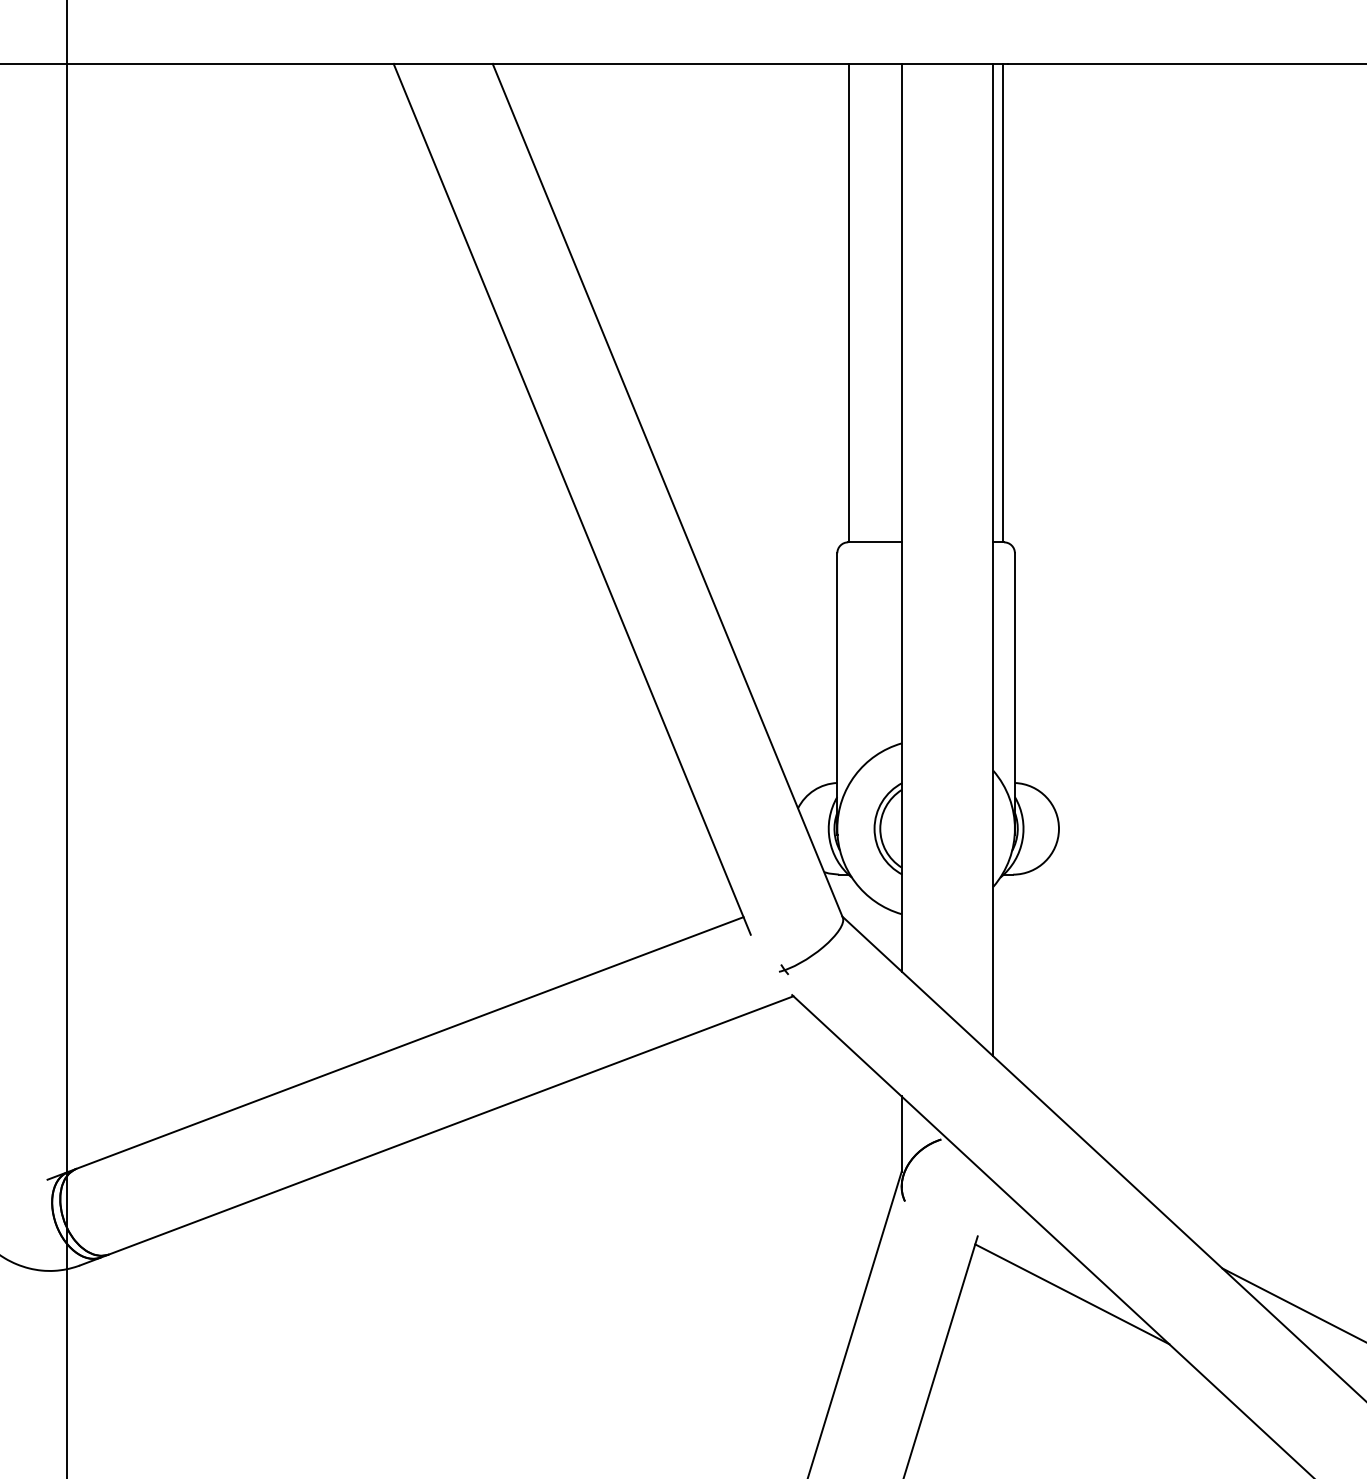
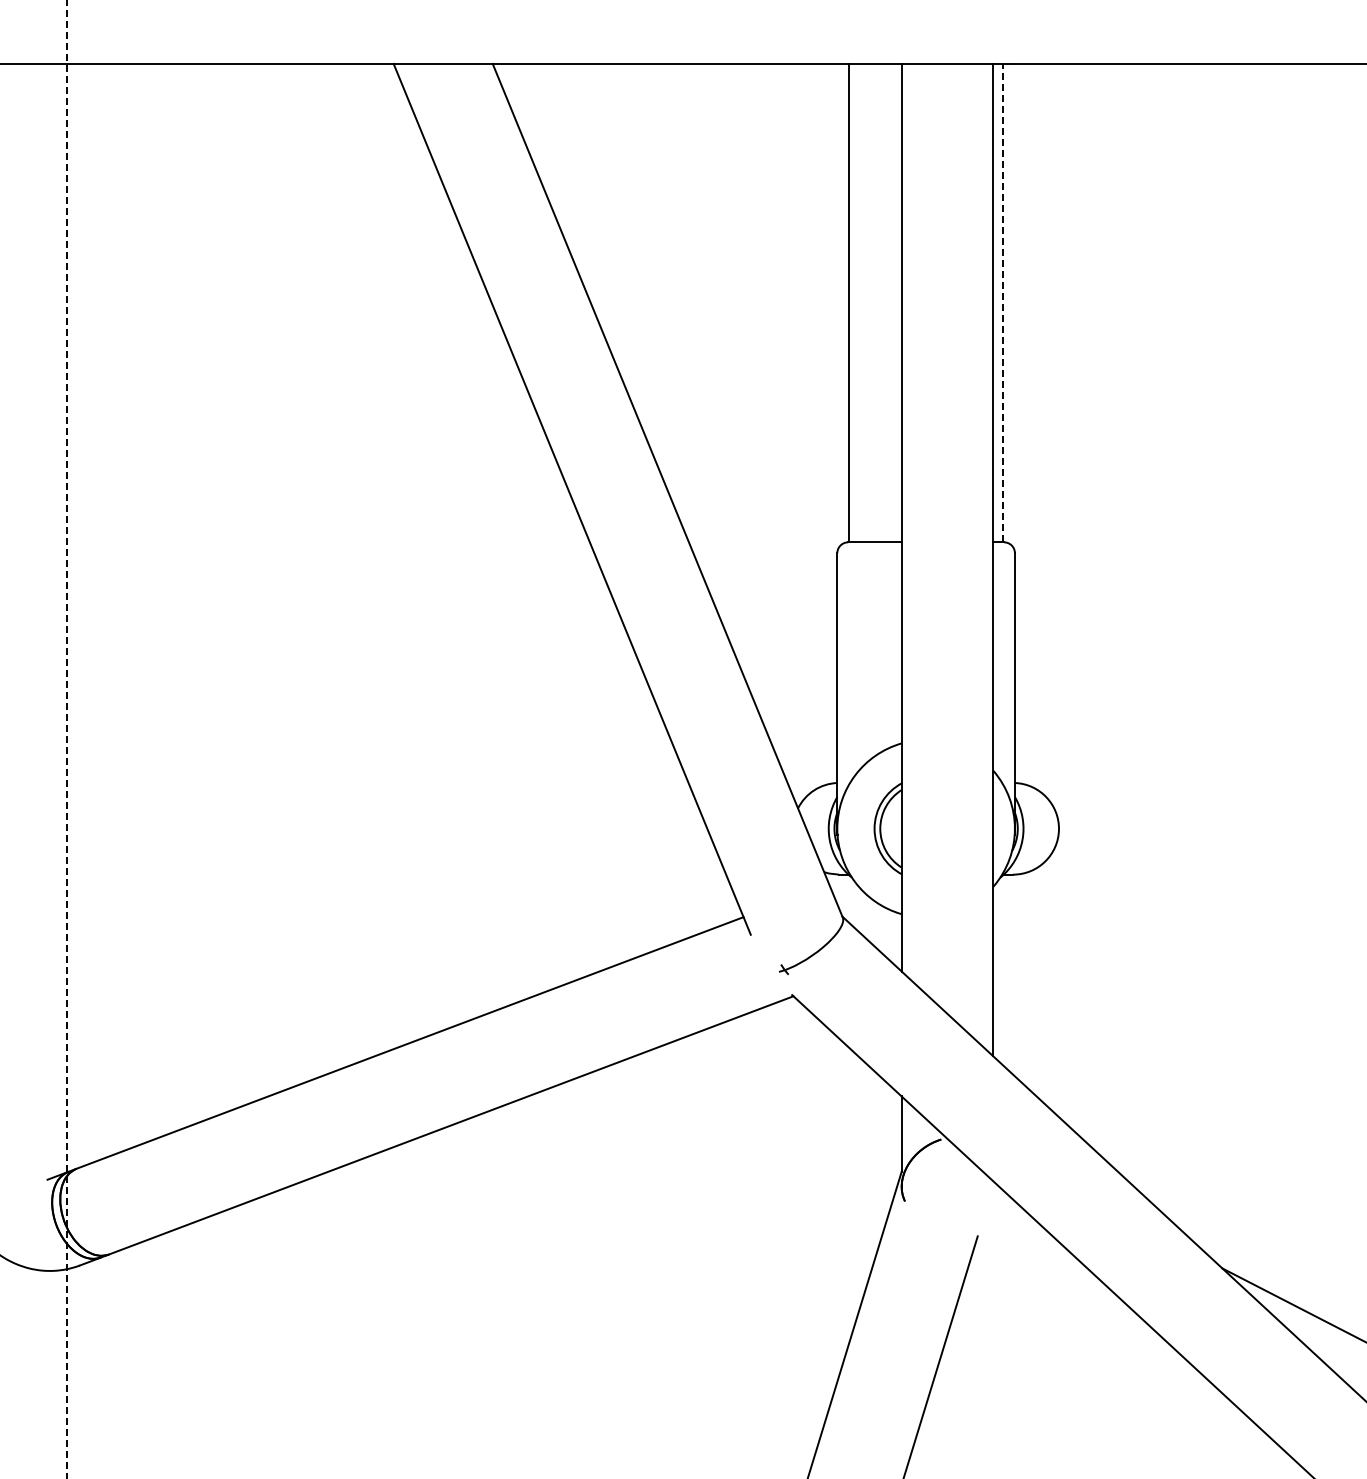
line at (1003, 302): solid -> dashed
line at (66, 739): solid -> dashed
line at (1072, 1294): present -> none
